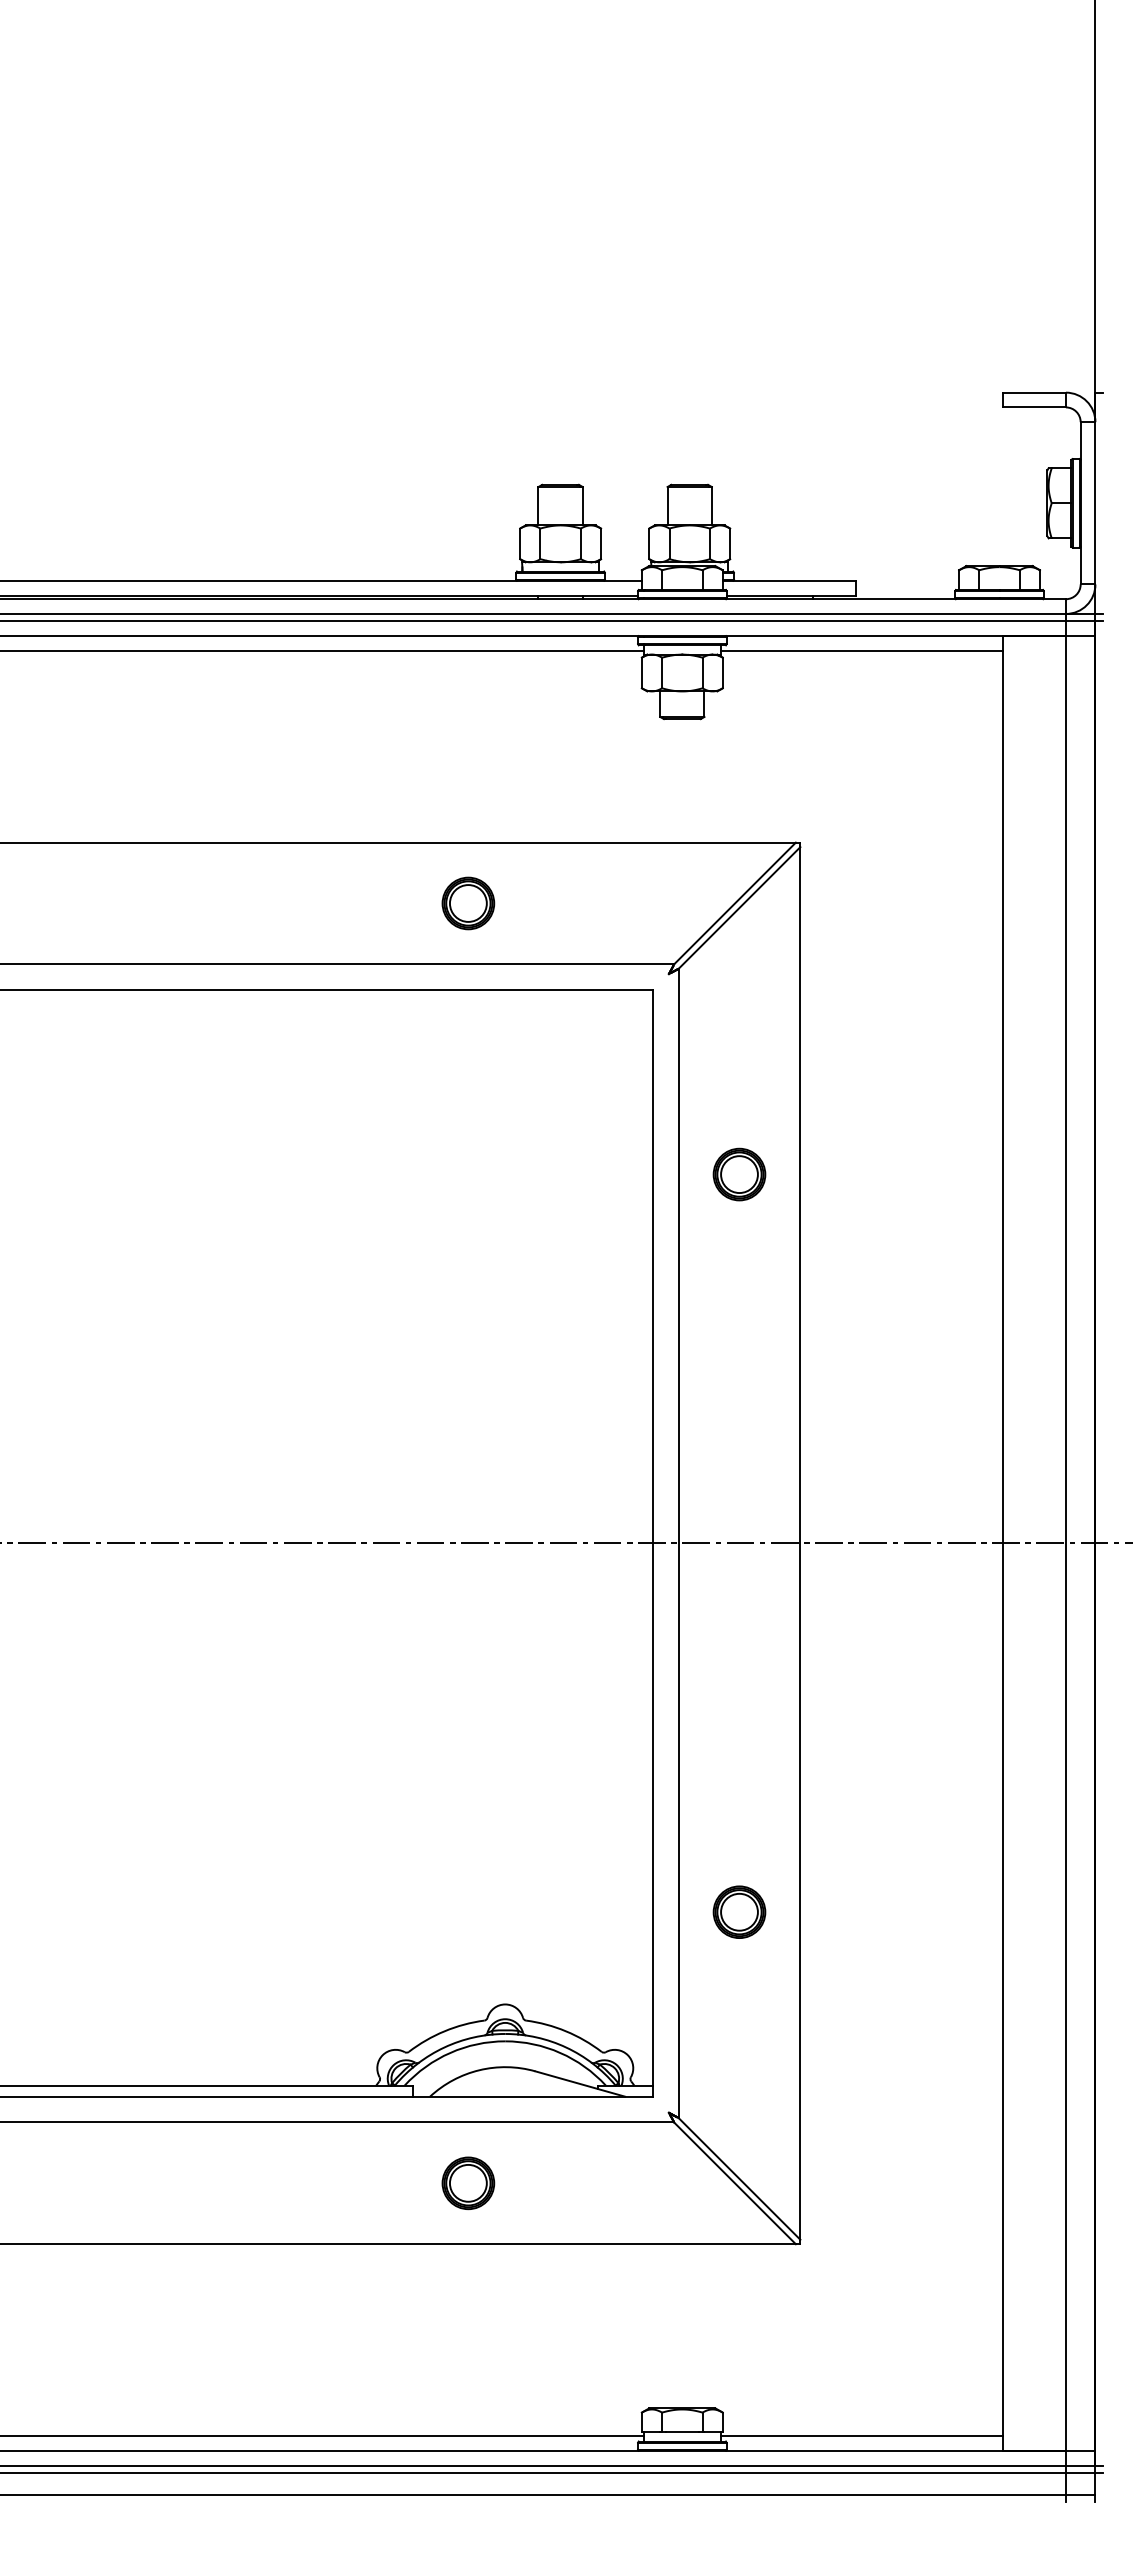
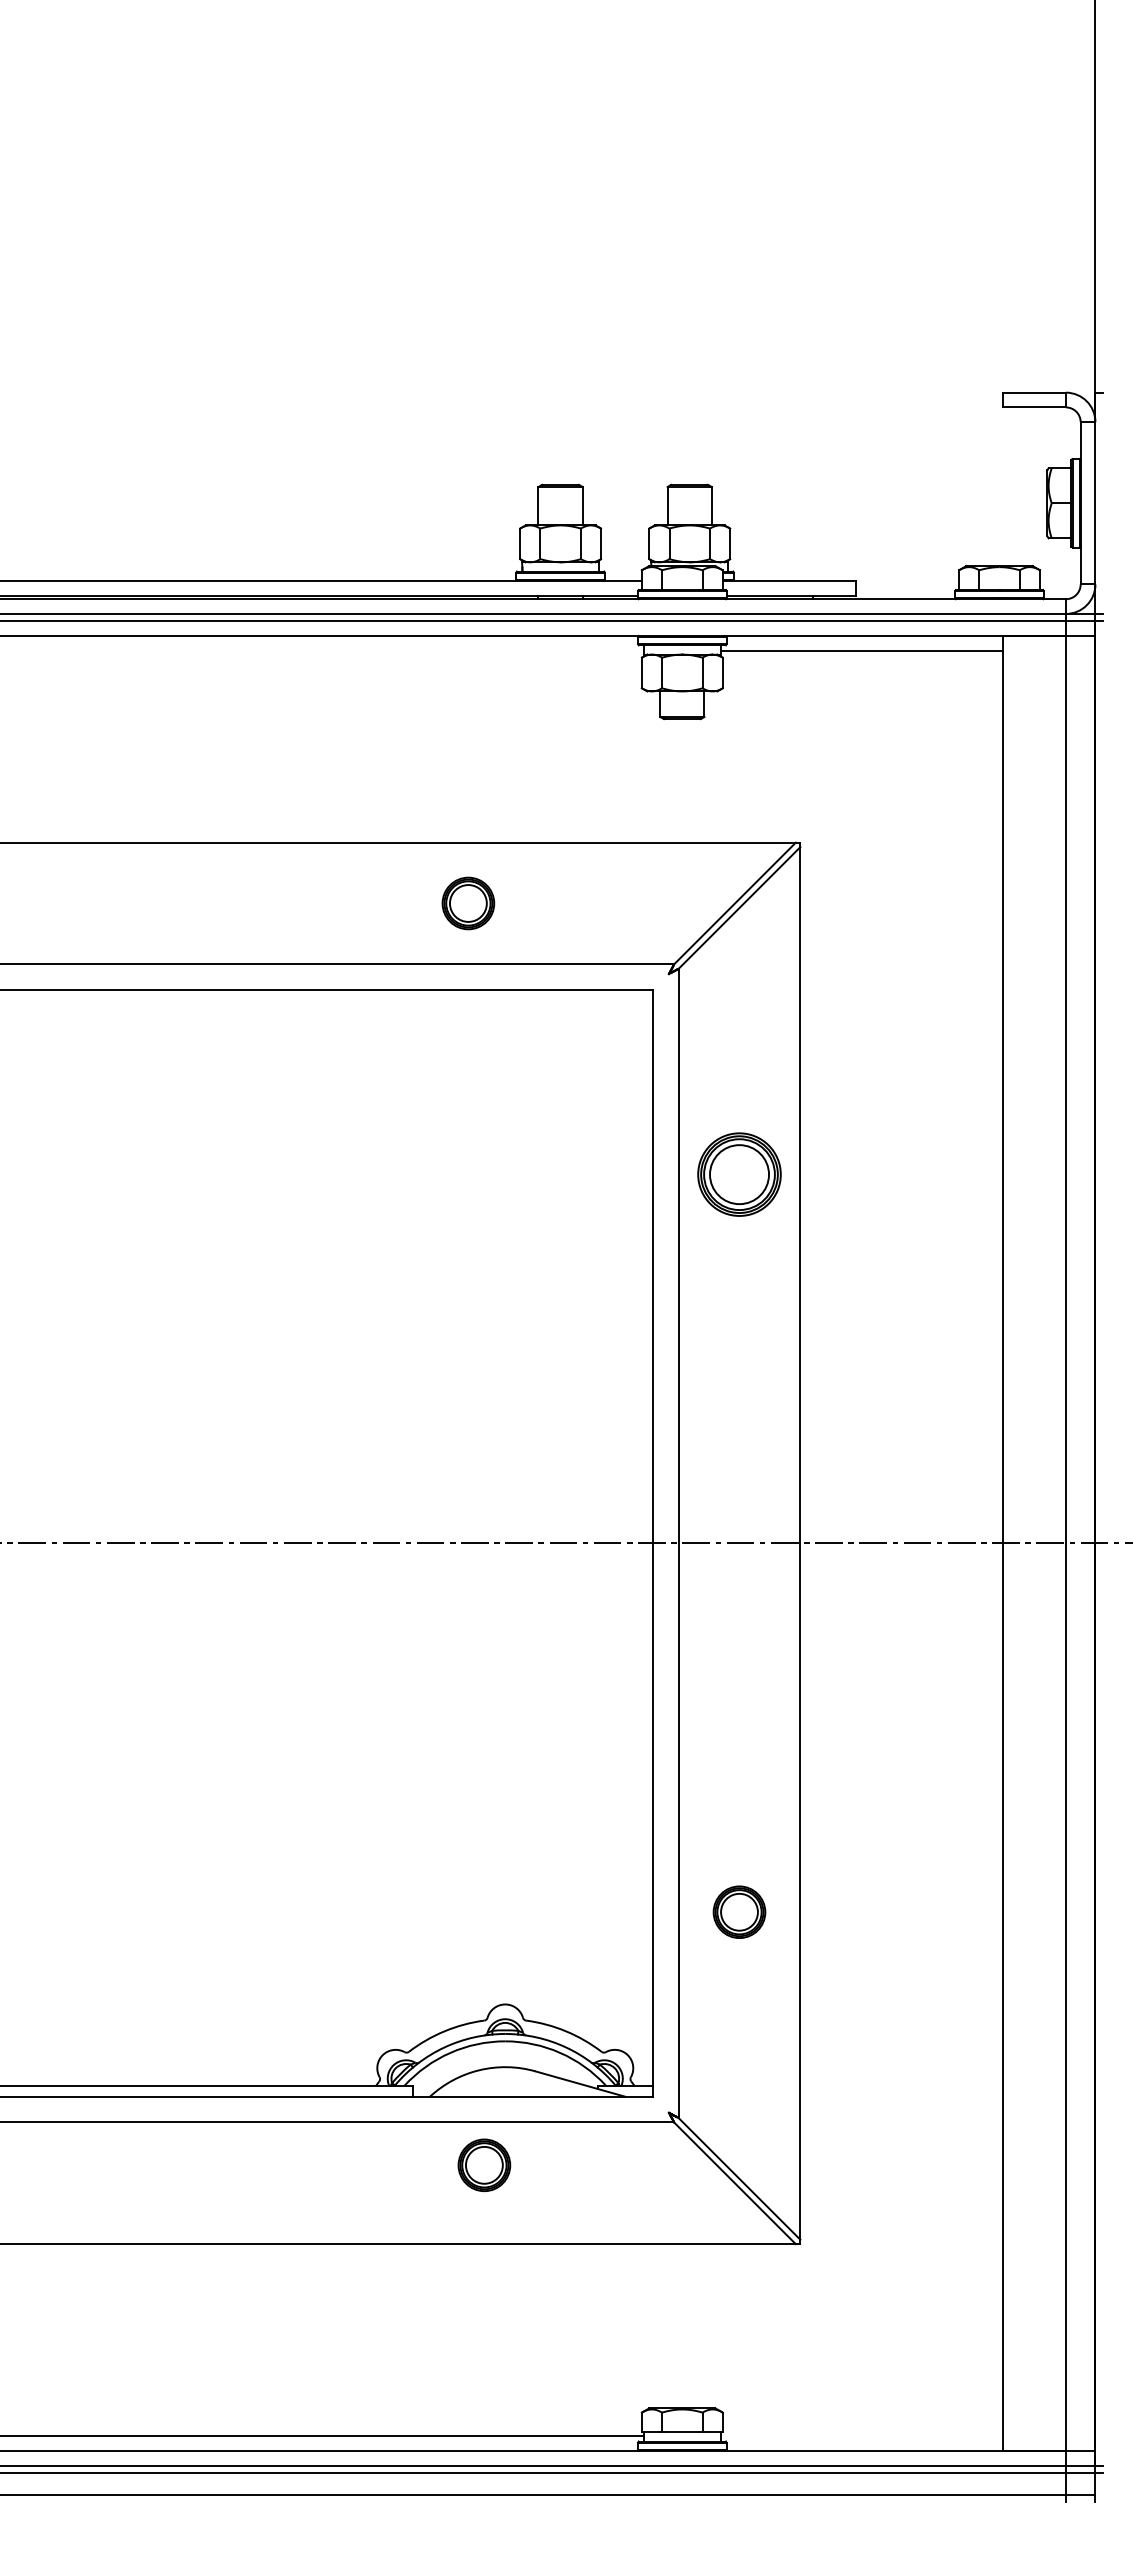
line at (322, 650): present -> none
part at (739, 1174) size: 55x55 px -> 85x85 px
part at (468, 2183) position: (468, 2183) -> (484, 2165)
line at (862, 2436): present -> none
